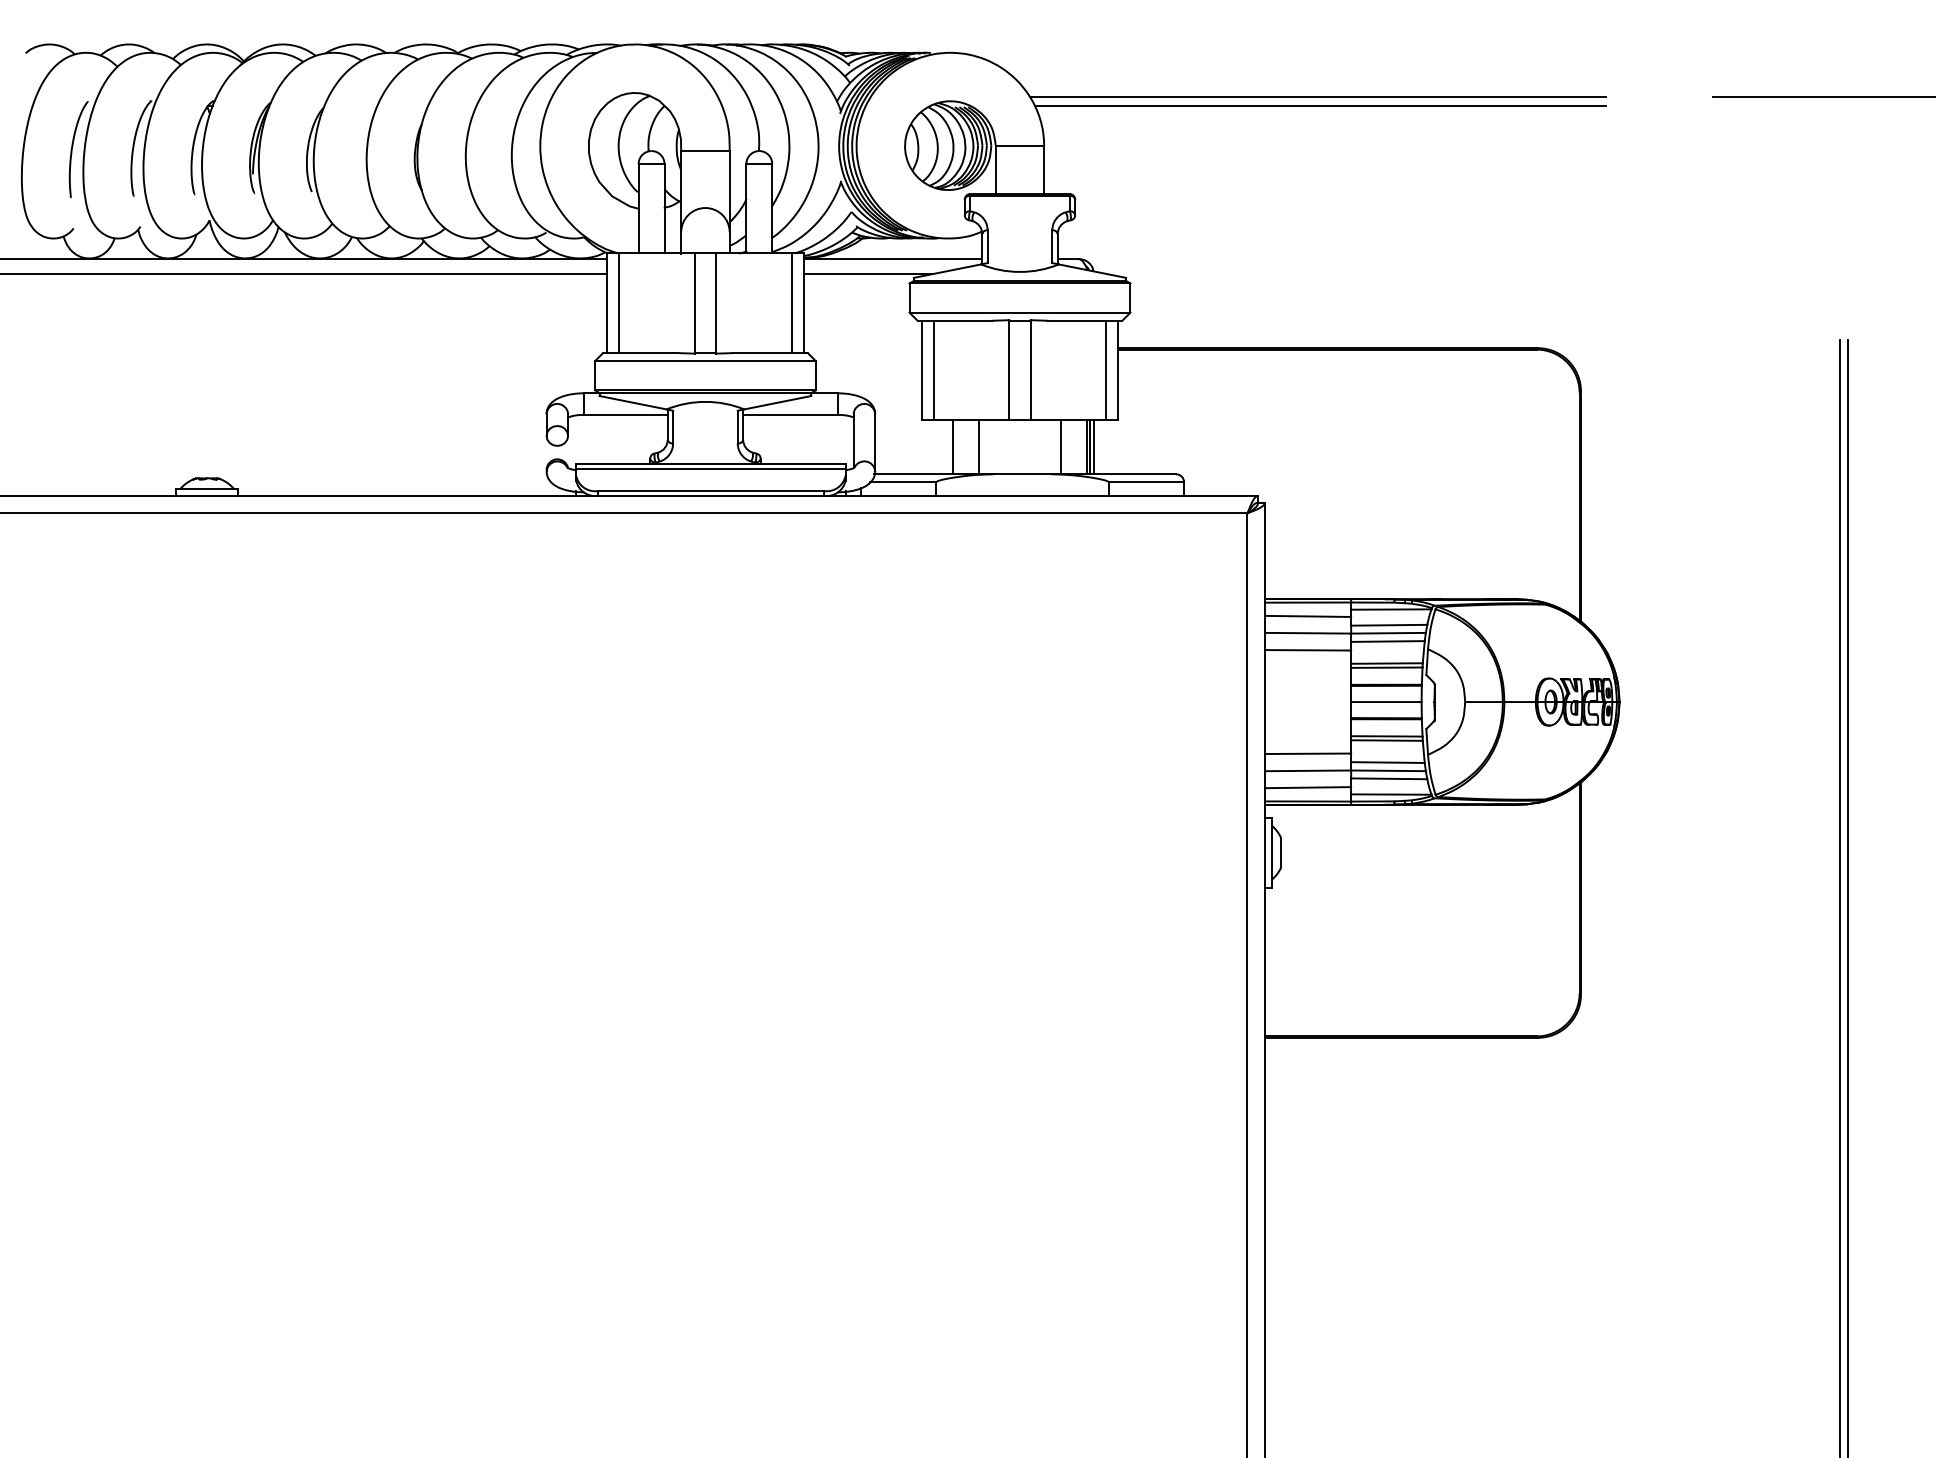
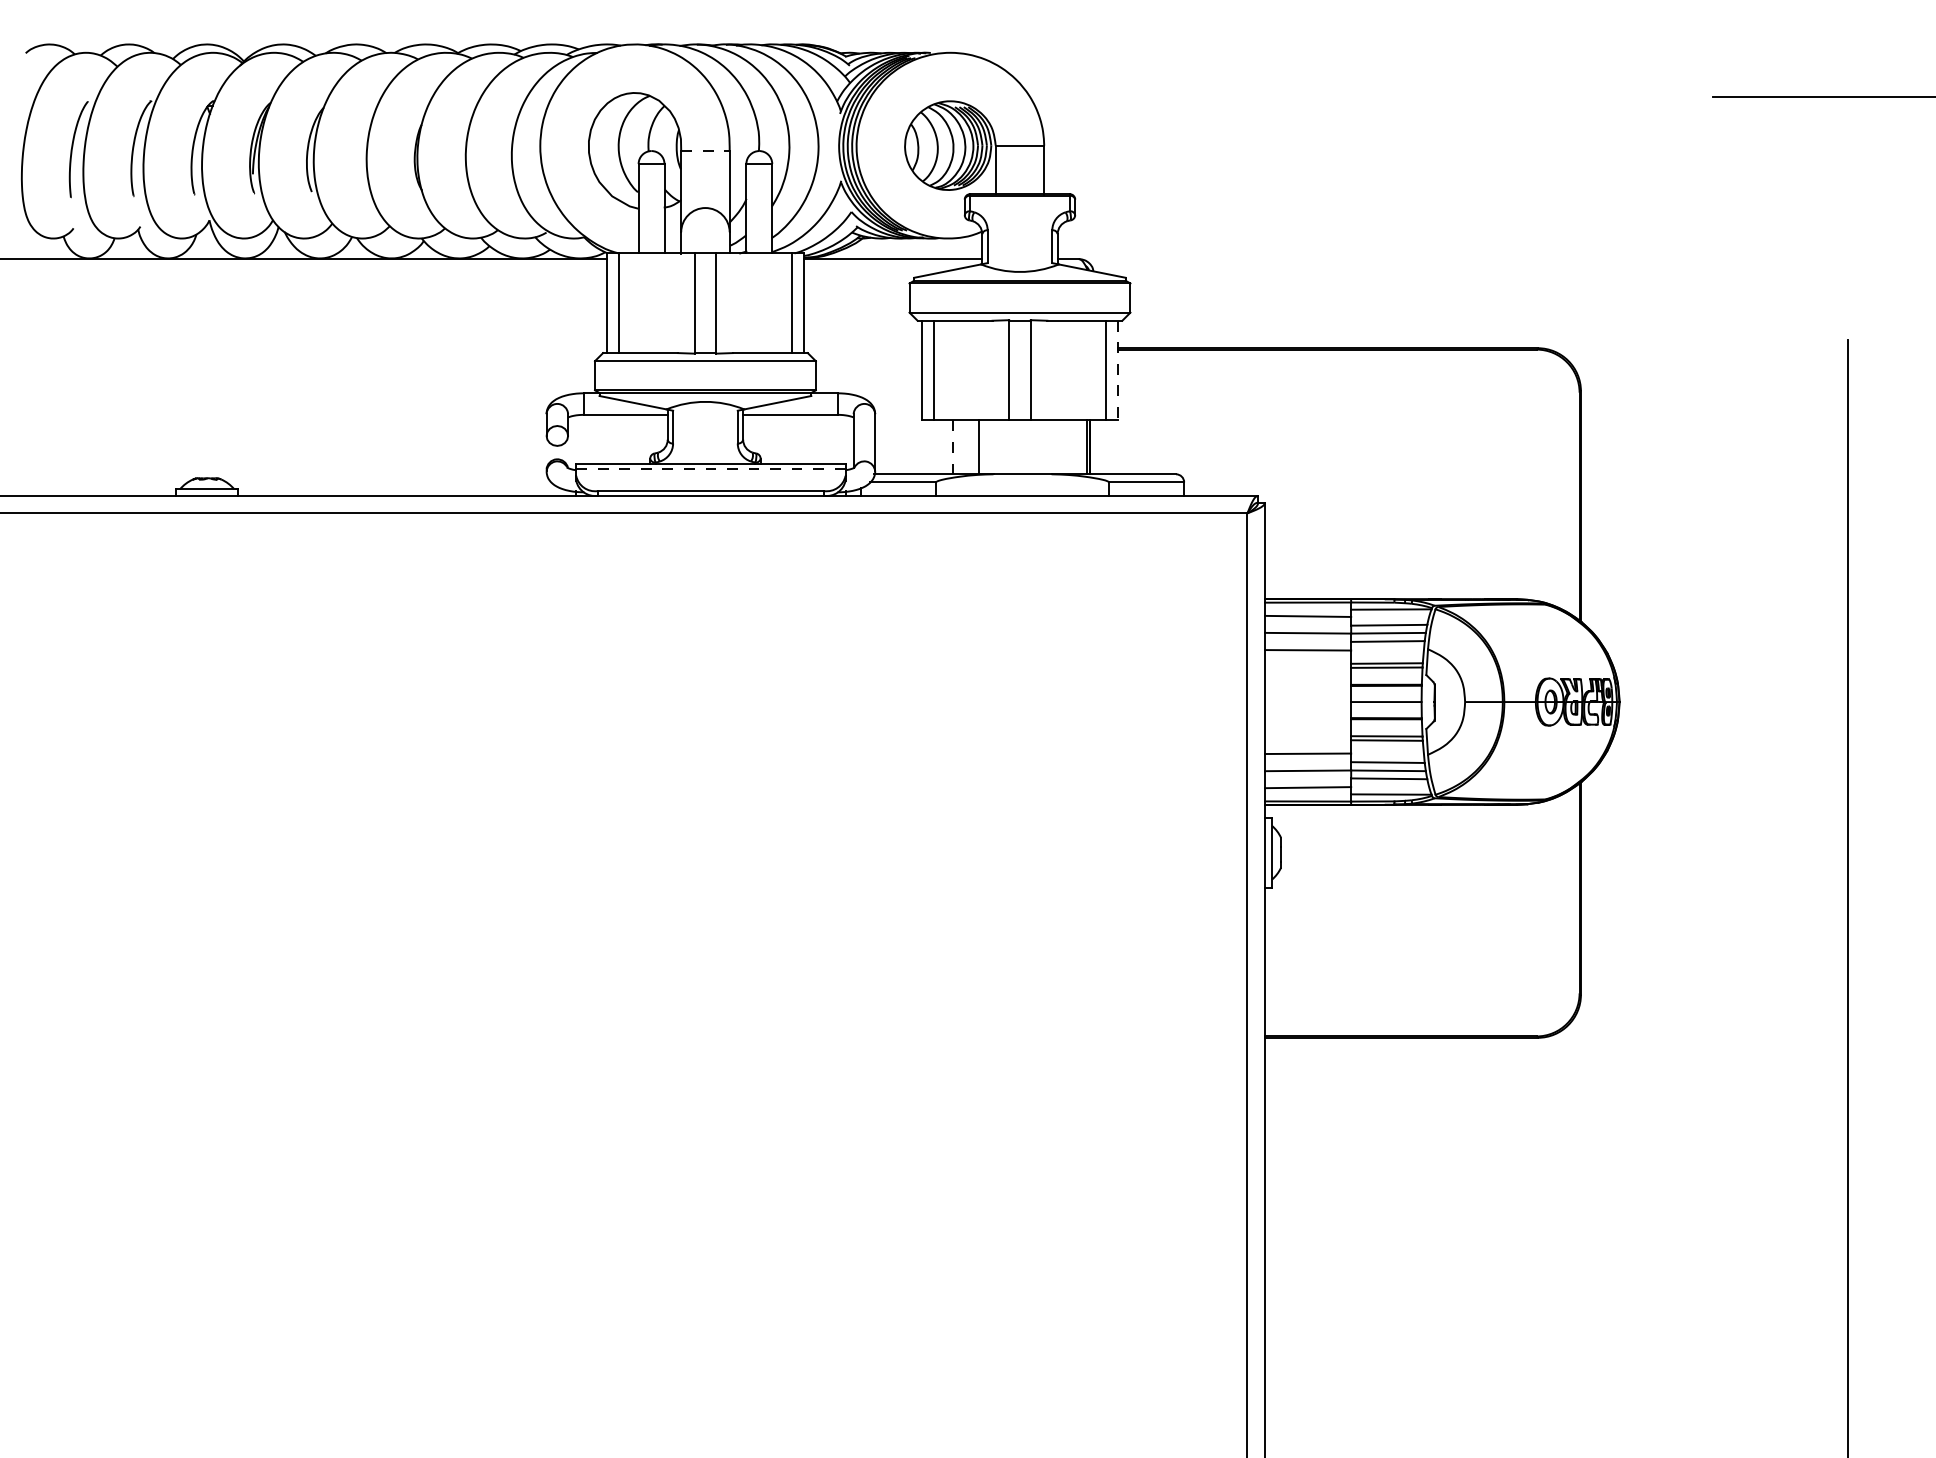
line at (1317, 97): present -> none
line at (1319, 105): present -> none
line at (705, 151): solid -> dashed
line at (304, 274): present -> none
line at (867, 274): present -> none
line at (1118, 370): solid -> dashed
line at (953, 447): solid -> dashed
line at (1060, 447): present -> none
line at (1093, 447): present -> none
line at (710, 469): solid -> dashed
line at (1840, 896): present -> none
